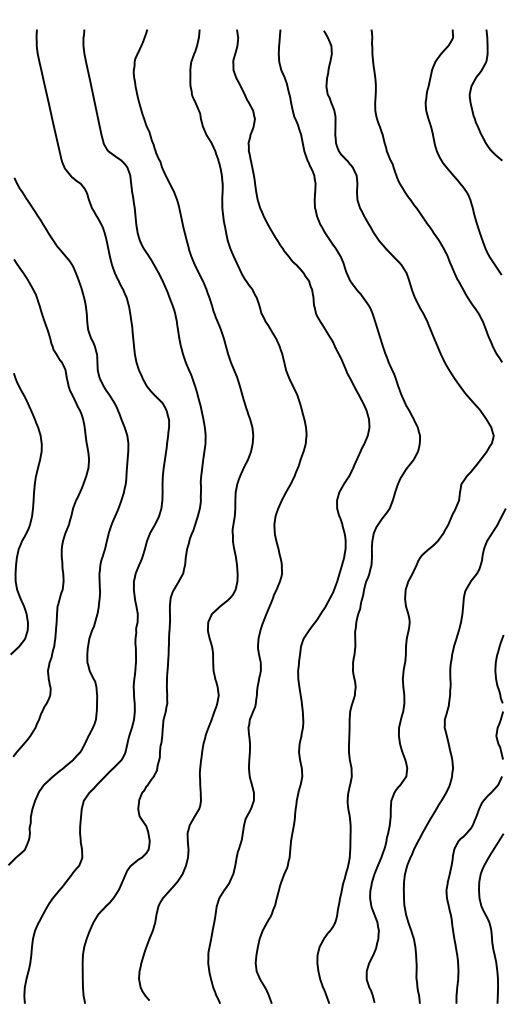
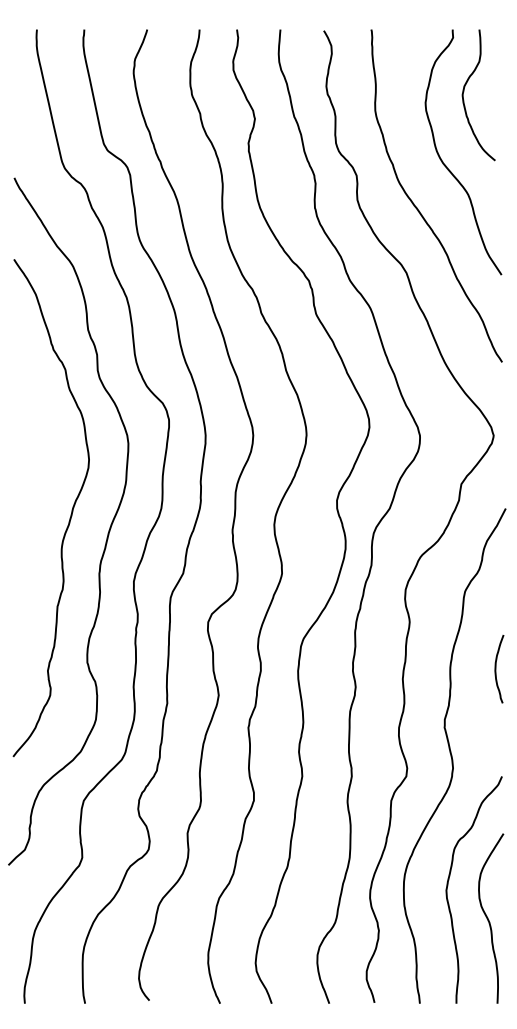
curve at (471, 91) position: (471, 91) -> (464, 91)
curve at (31, 514): present -> none
curve at (497, 735): present -> none
